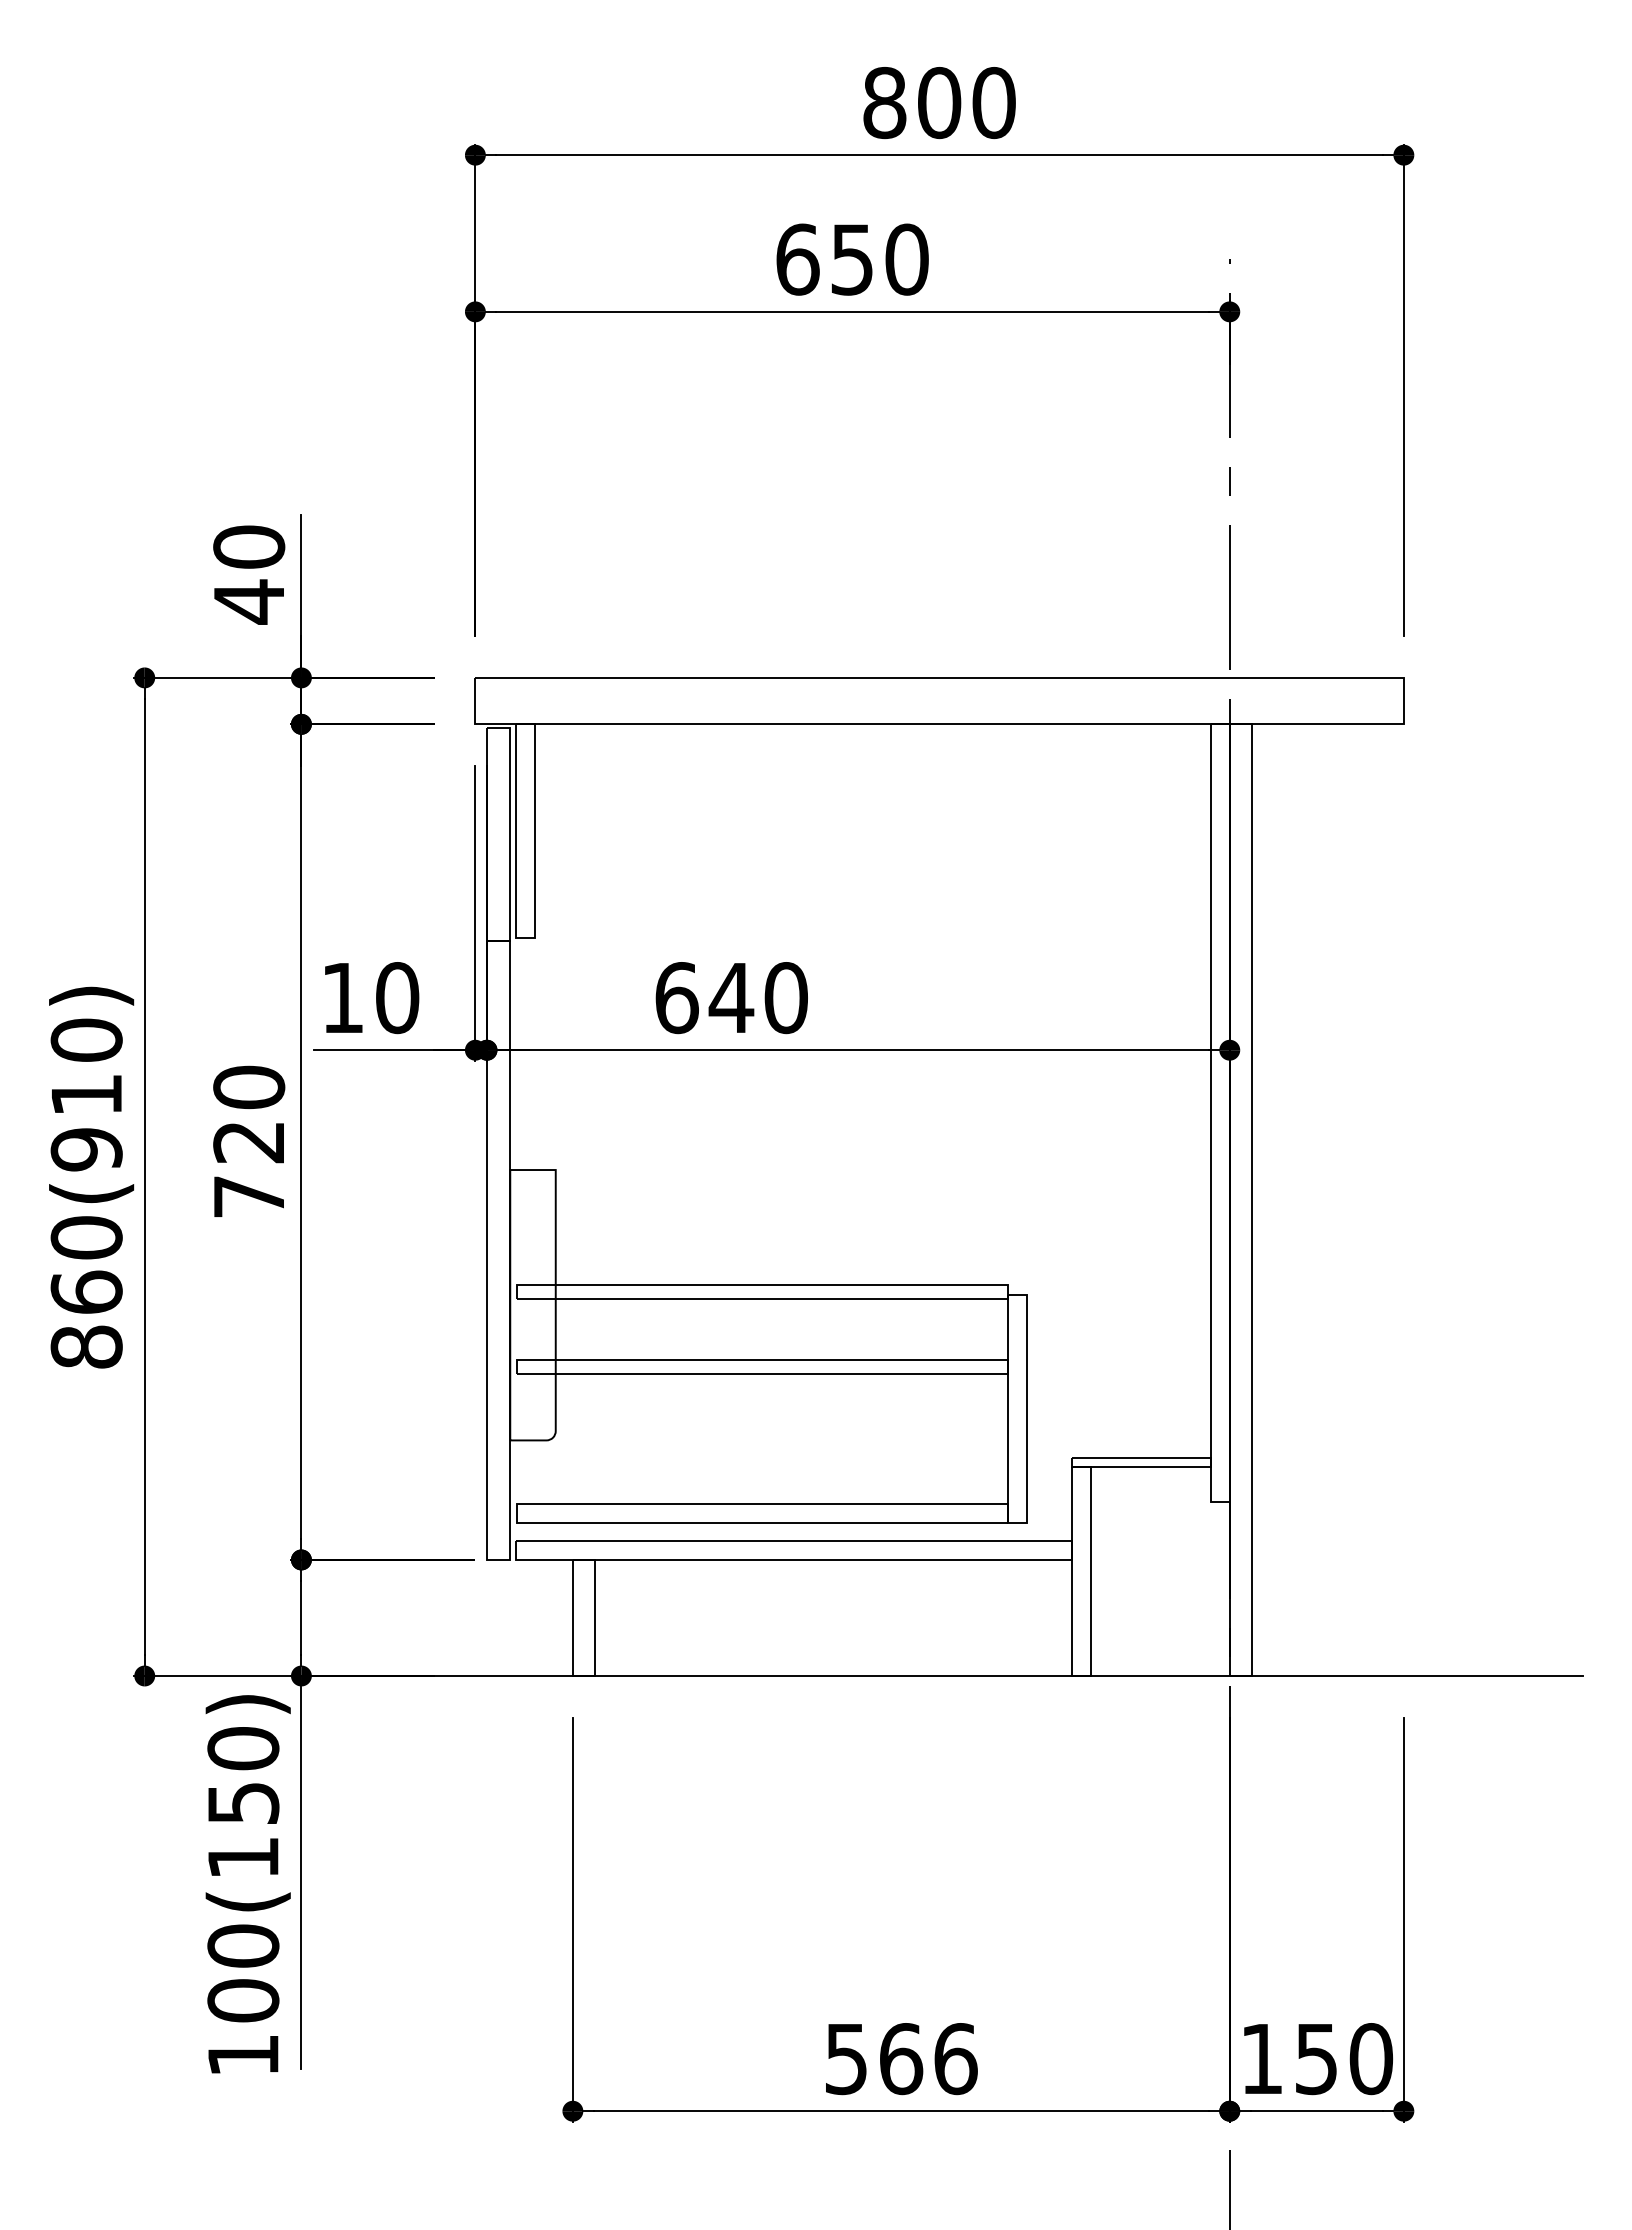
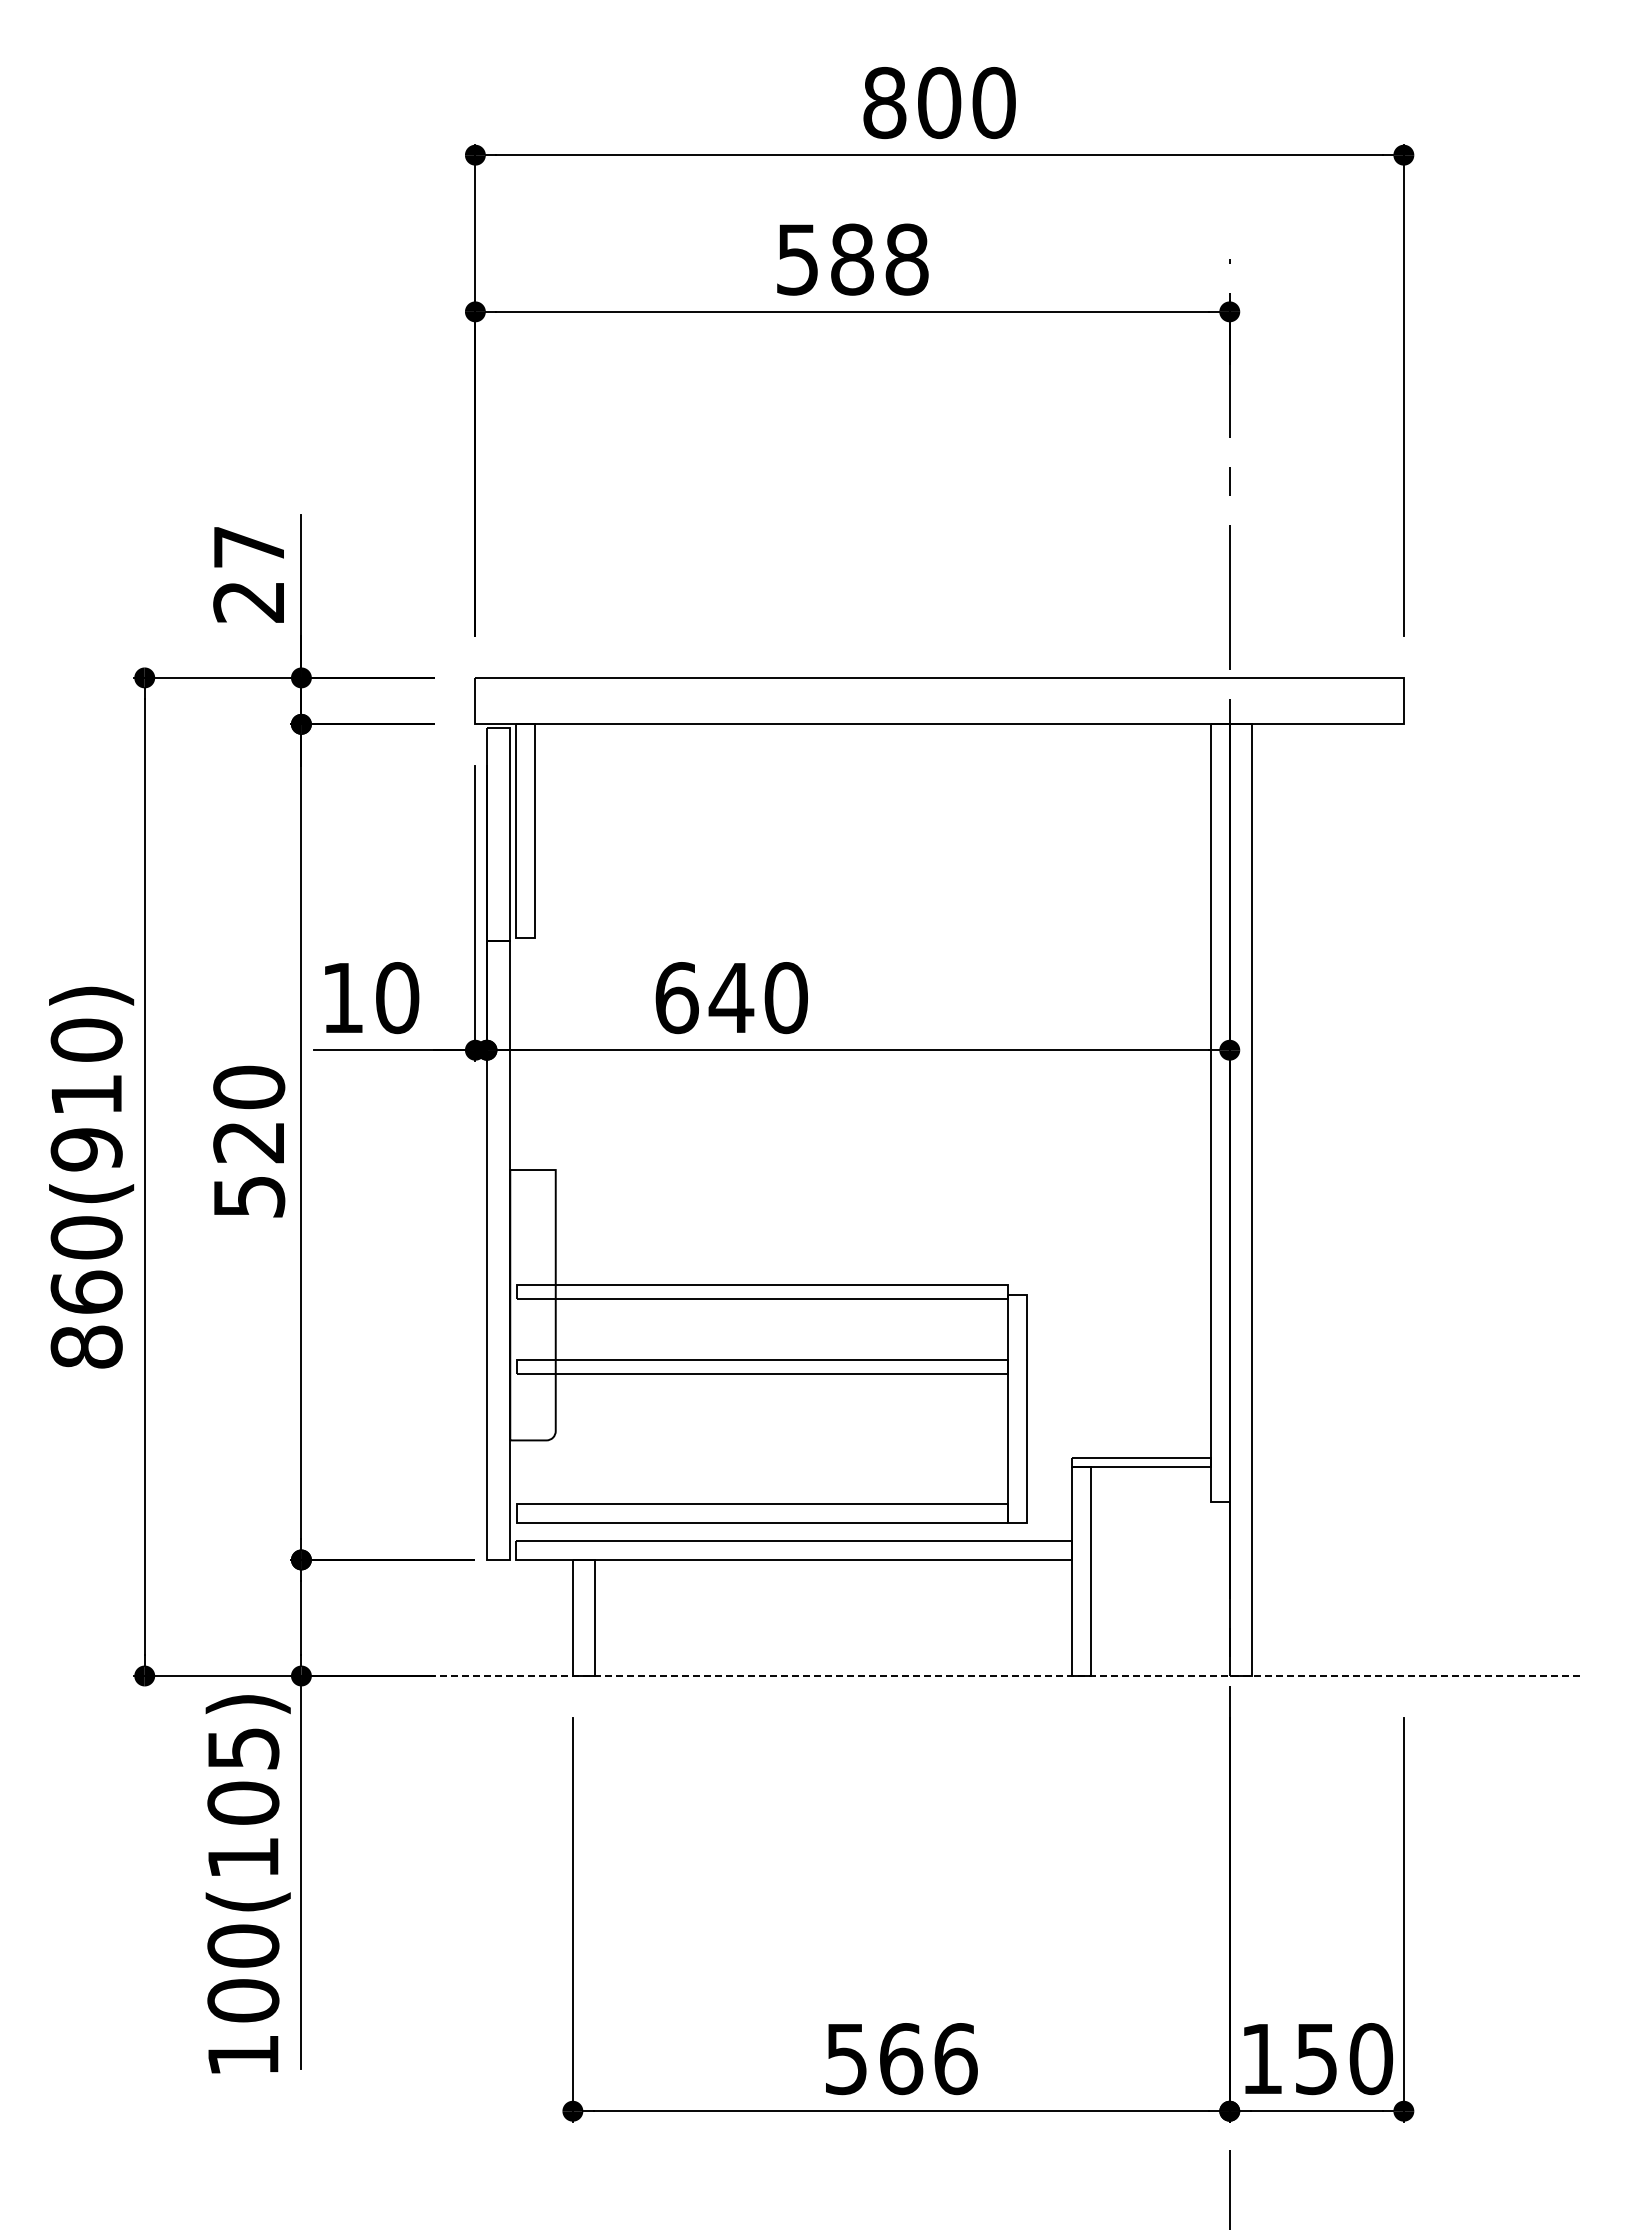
text at (852, 259): 650 -> 588
text at (249, 574): 40 -> 27
text at (249, 1196): 720 -> 520
line at (946, 1676): solid -> dashed
text at (243, 1775): 100(150) -> 100(105)
